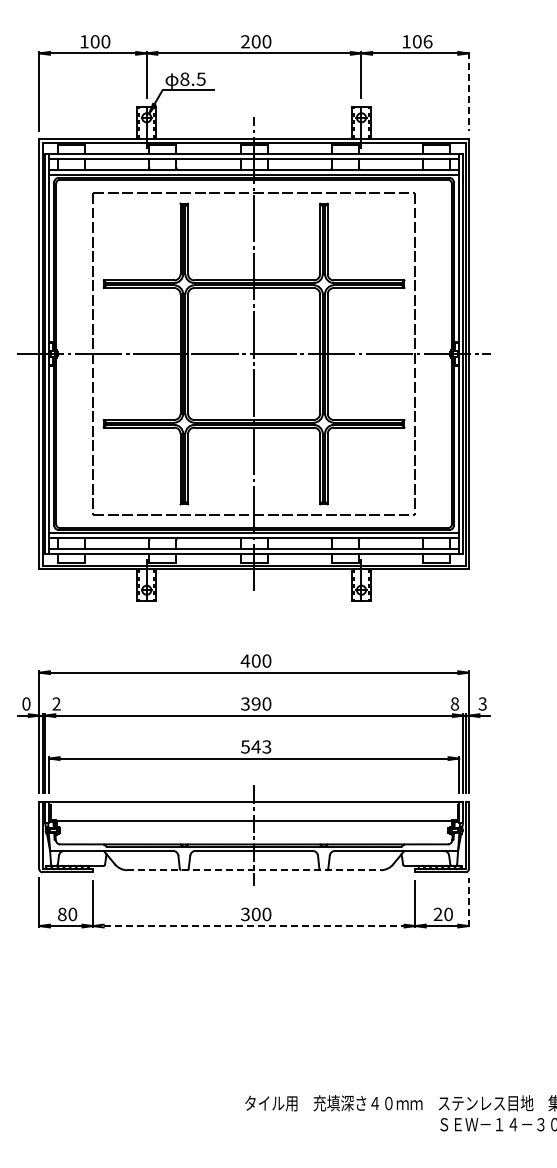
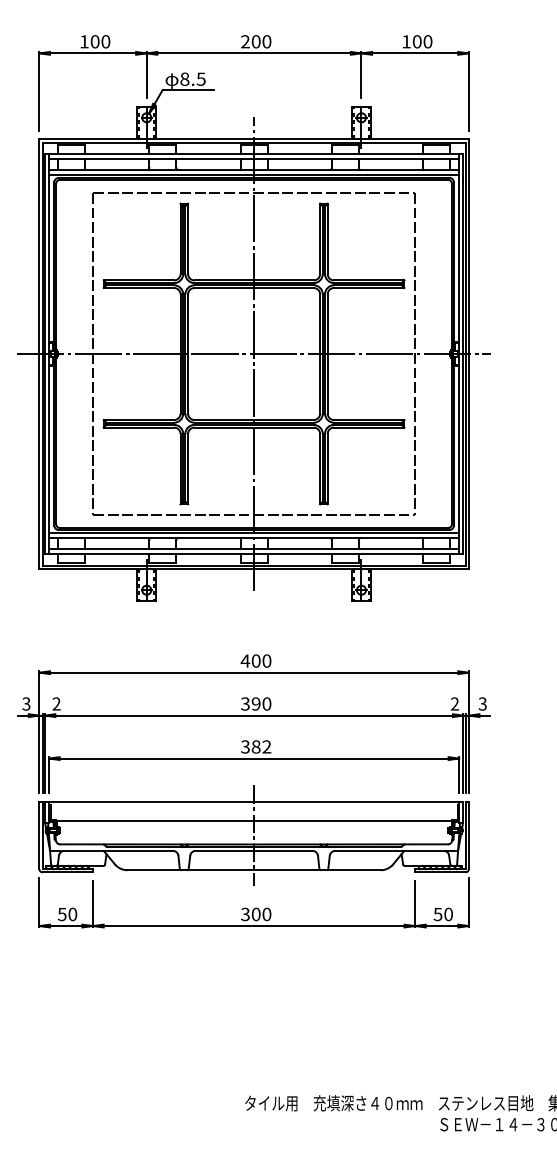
text at (427, 41): 106 -> 100
line at (468, 91): dashed -> solid
text at (26, 703): 0 -> 3
text at (455, 703): 8 -> 2
text at (256, 746): 543 -> 382
line at (254, 870): dashed -> solid
line at (468, 902): dashed -> solid
text at (61, 914): 80 -> 50
text at (437, 914): 20 -> 50
line at (254, 926): dashed -> solid
